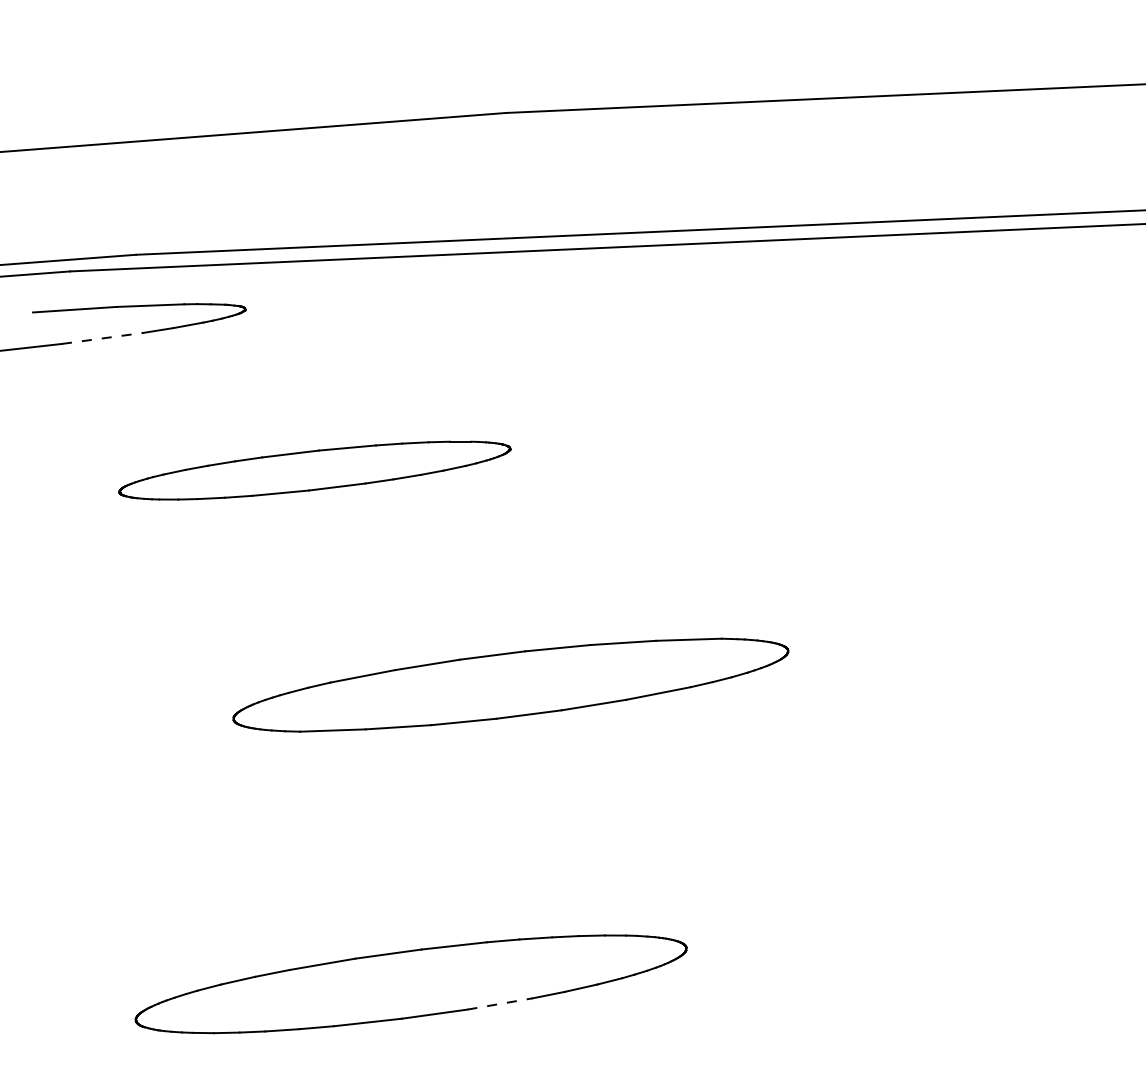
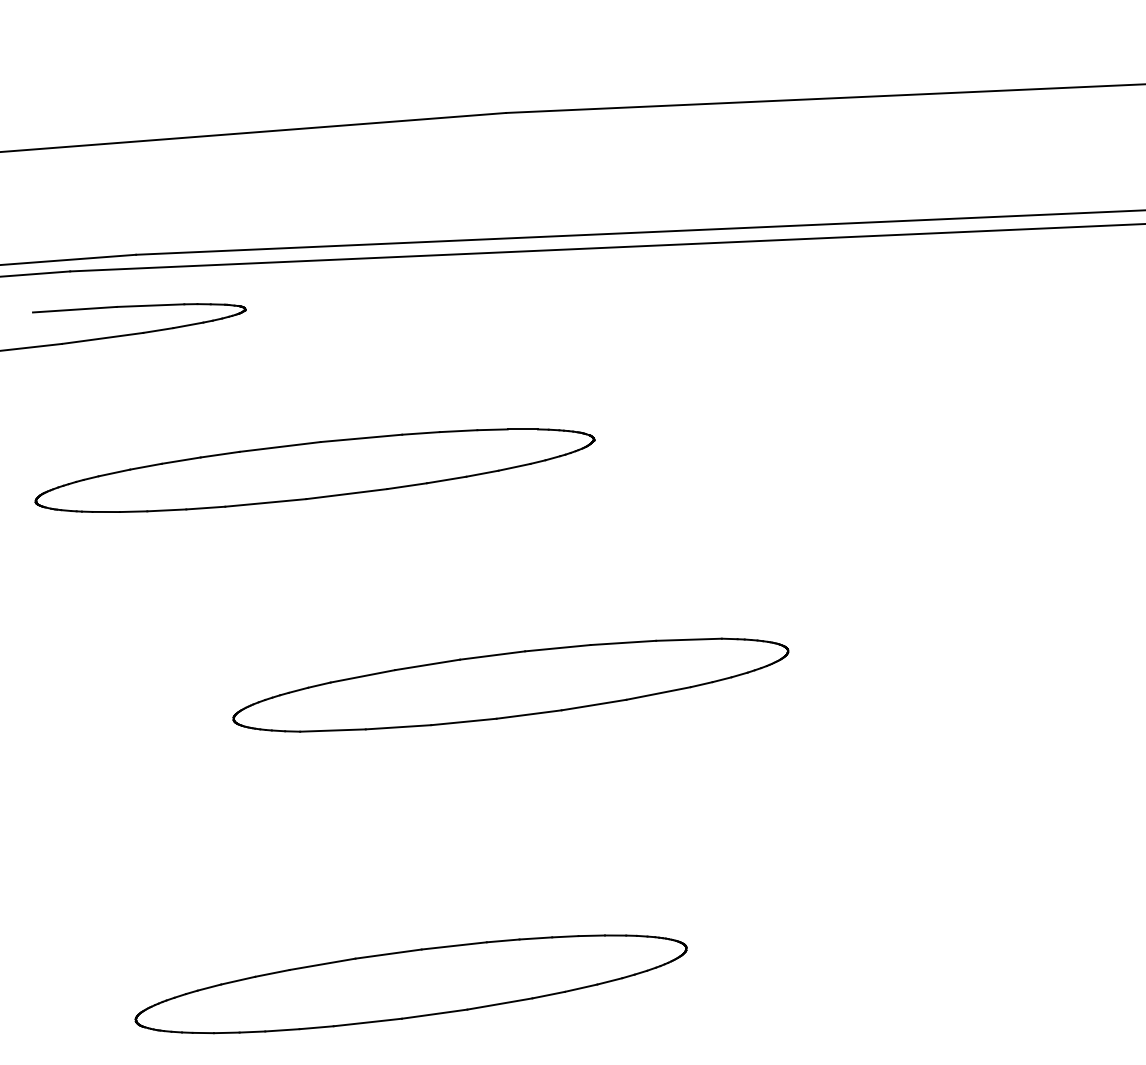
line at (103, 338): dashed -> solid
part at (314, 470) size: 394x61 px -> 562x85 px
line at (500, 1003): dashed -> solid
